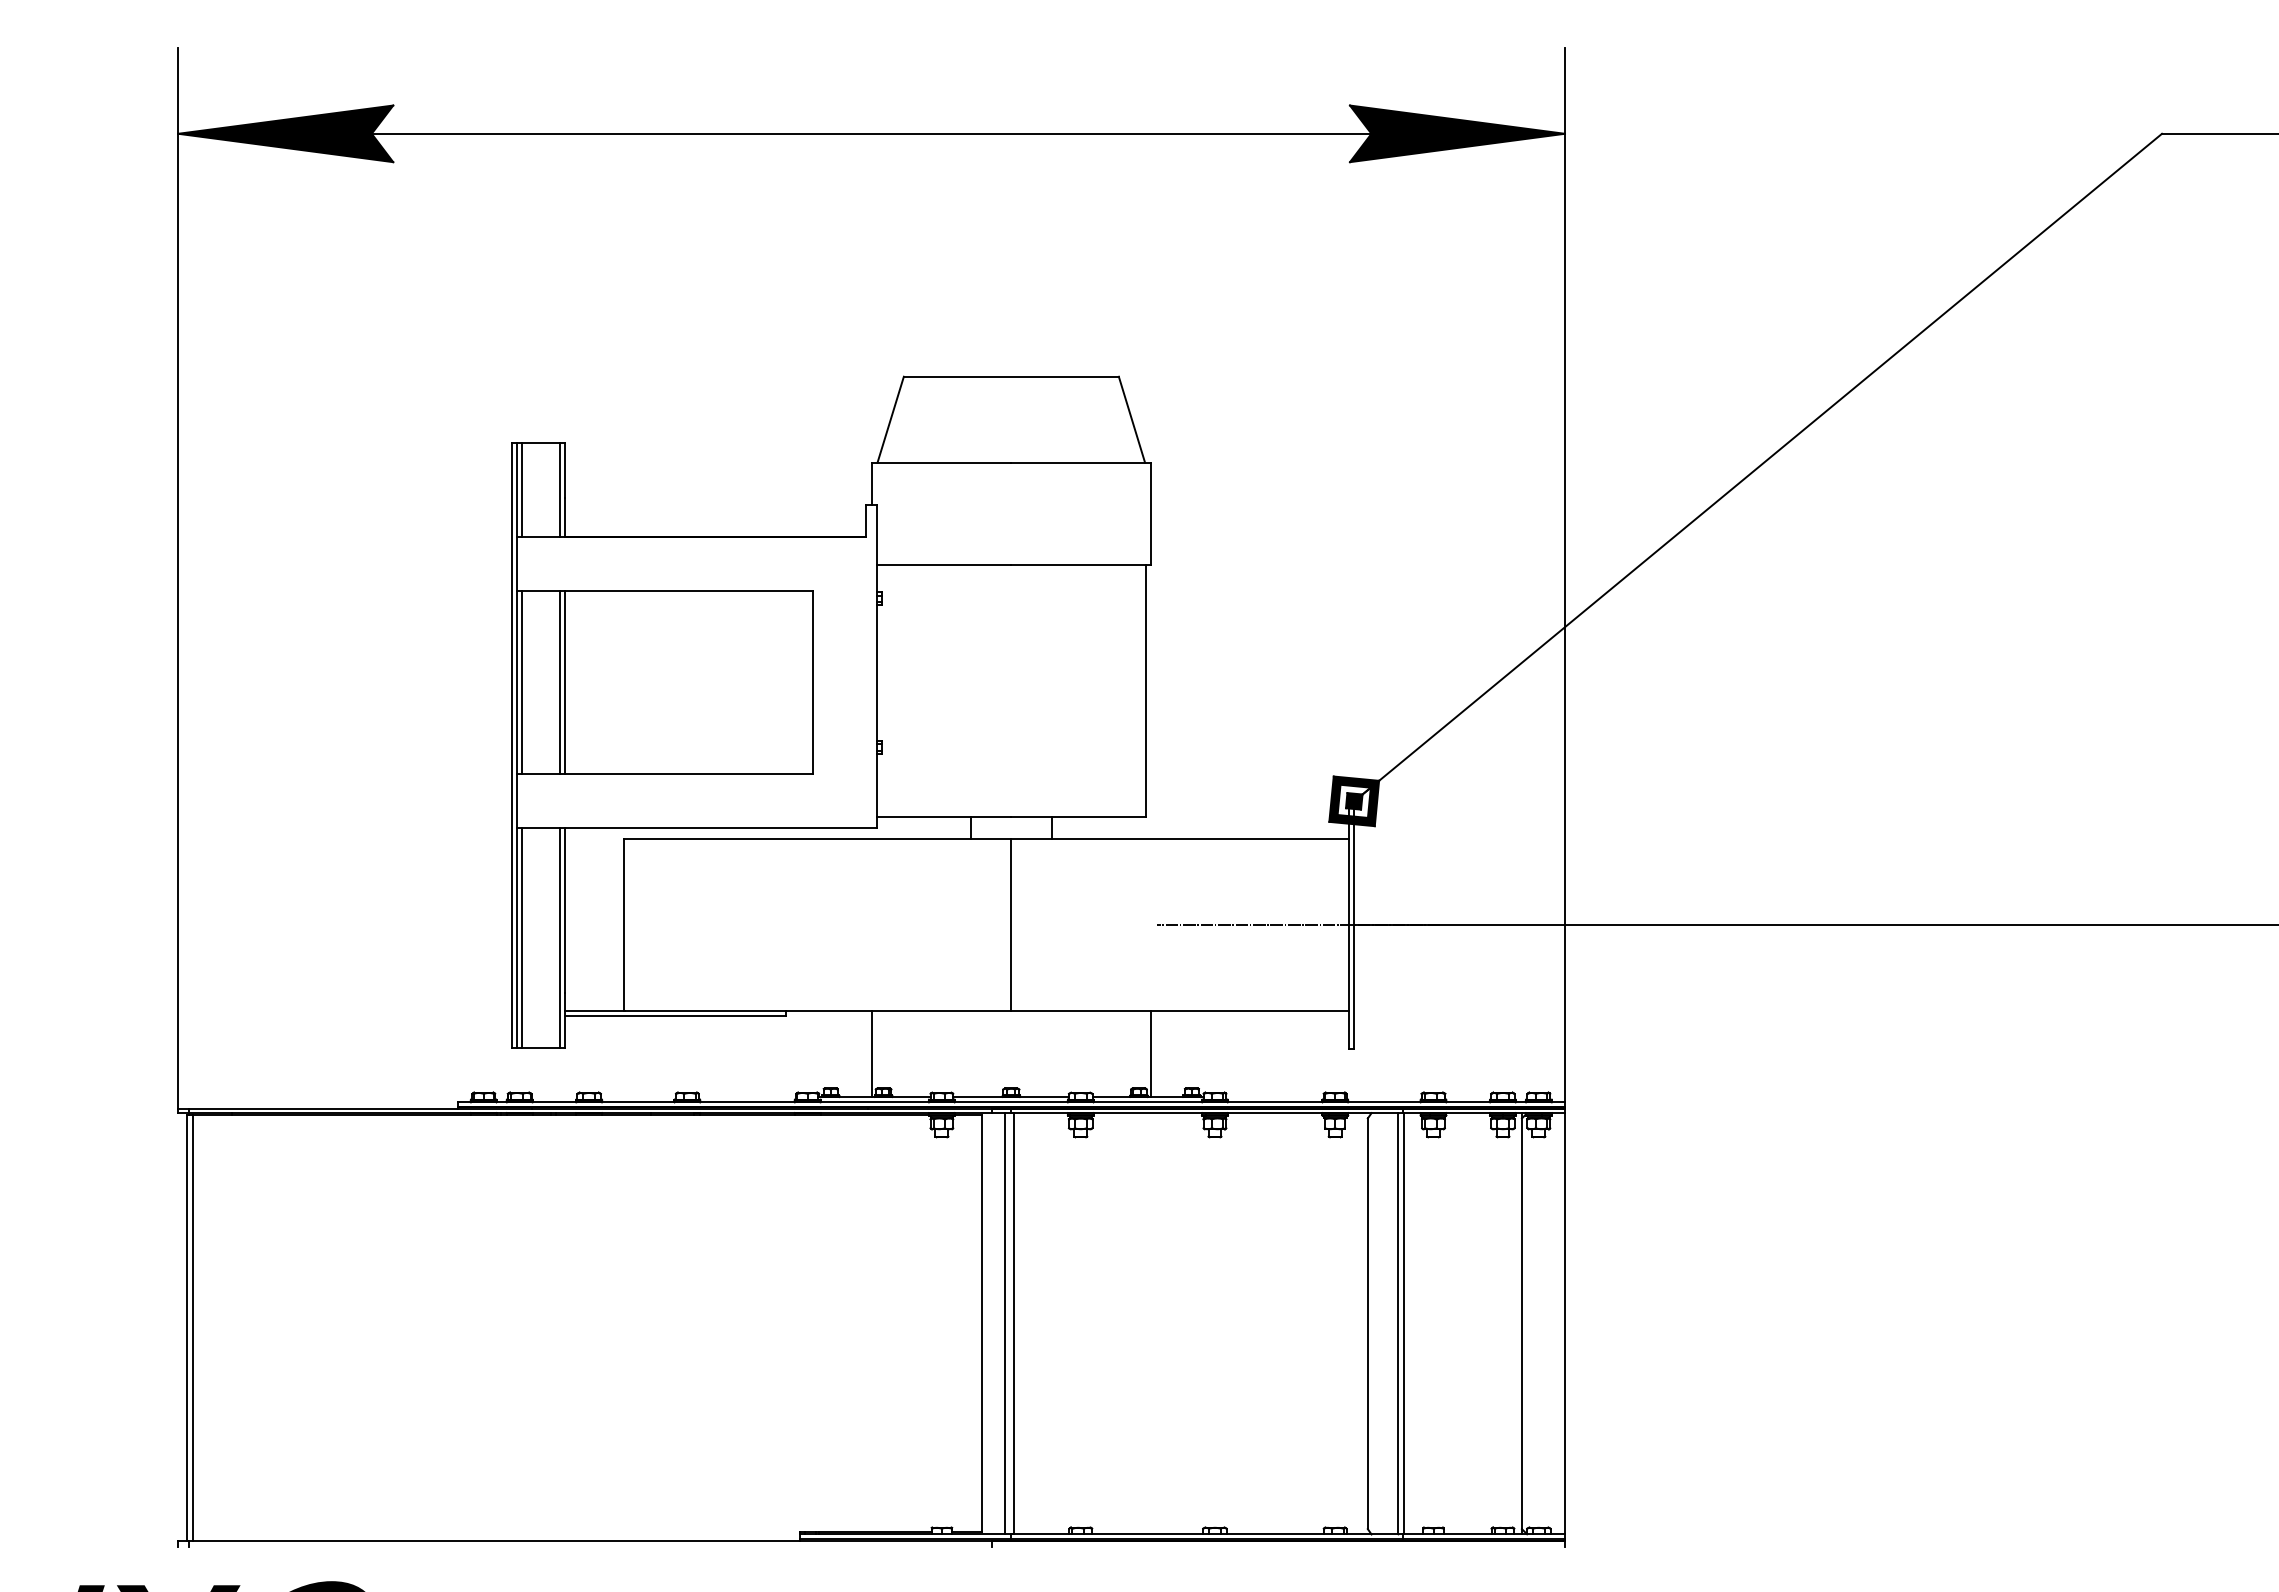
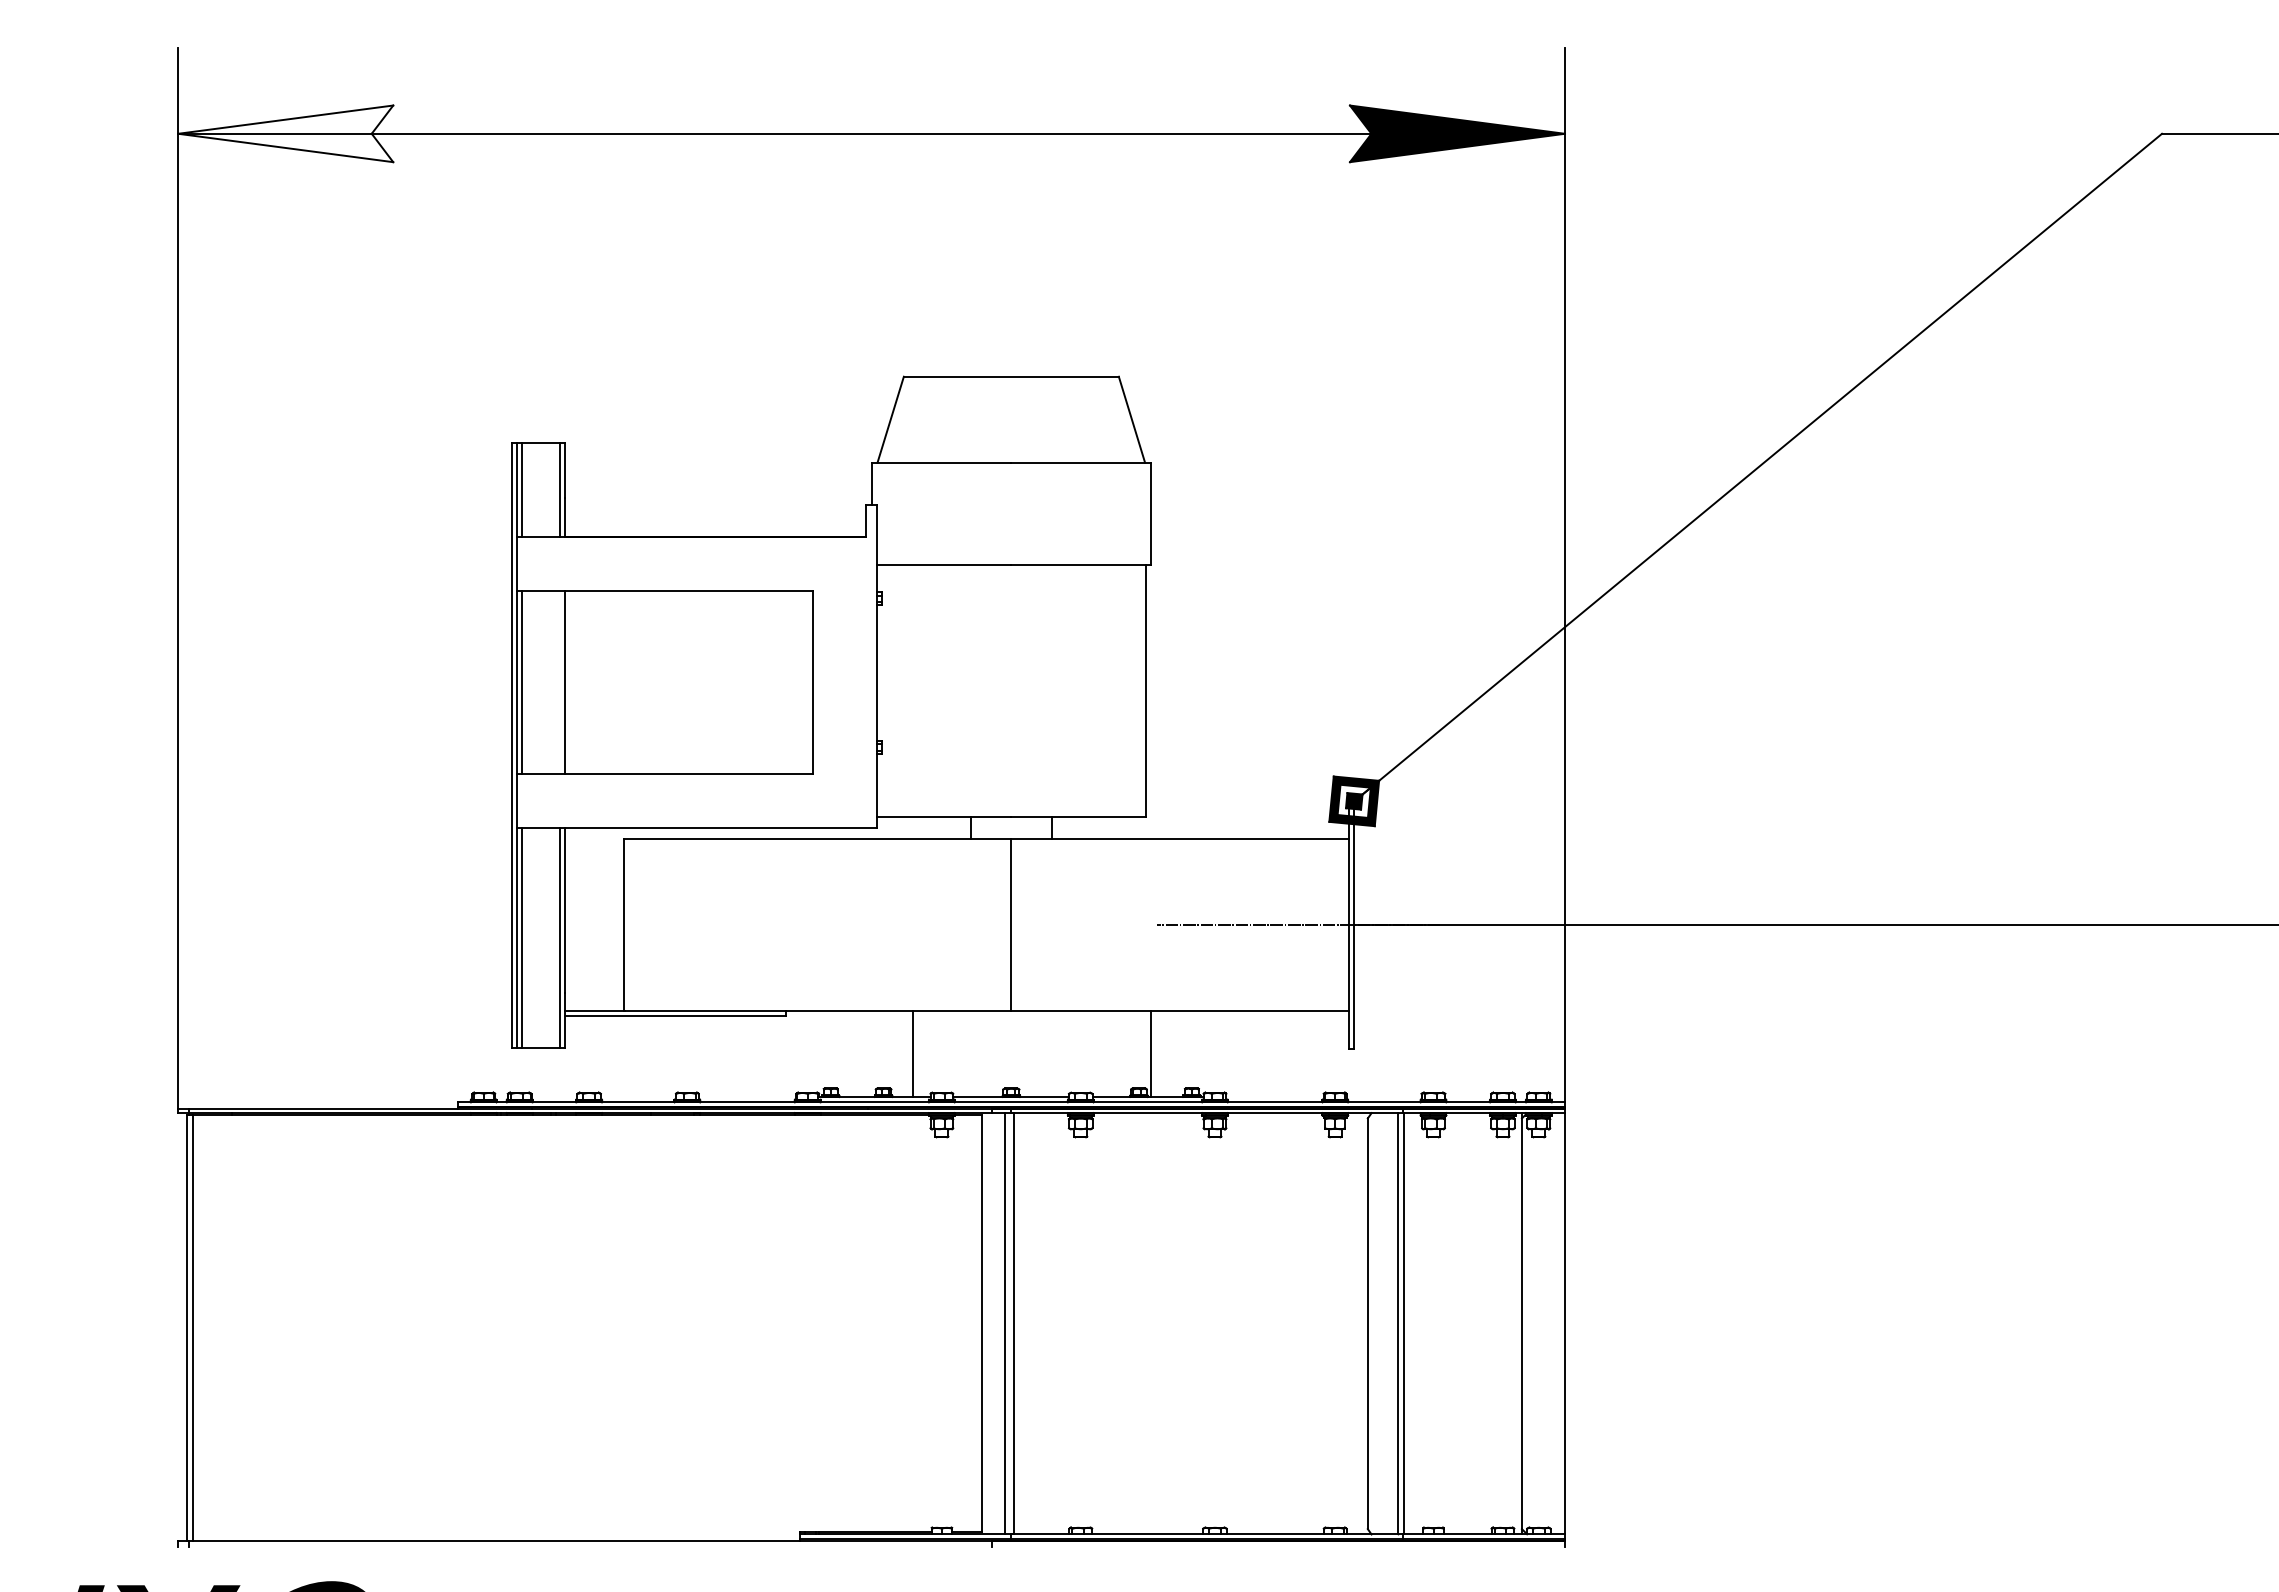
fill at (285, 133): present -> none
line at (559, 682): present -> none
line at (871, 1053) position: (871, 1053) -> (912, 1053)
